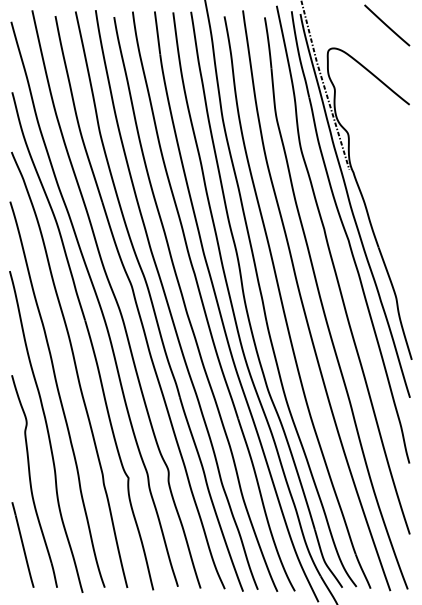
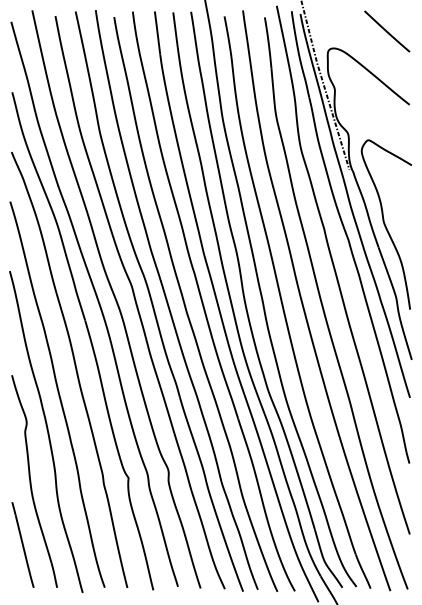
line at (387, 25) position: (387, 25) -> (387, 31)
curve at (385, 224): none -> present
